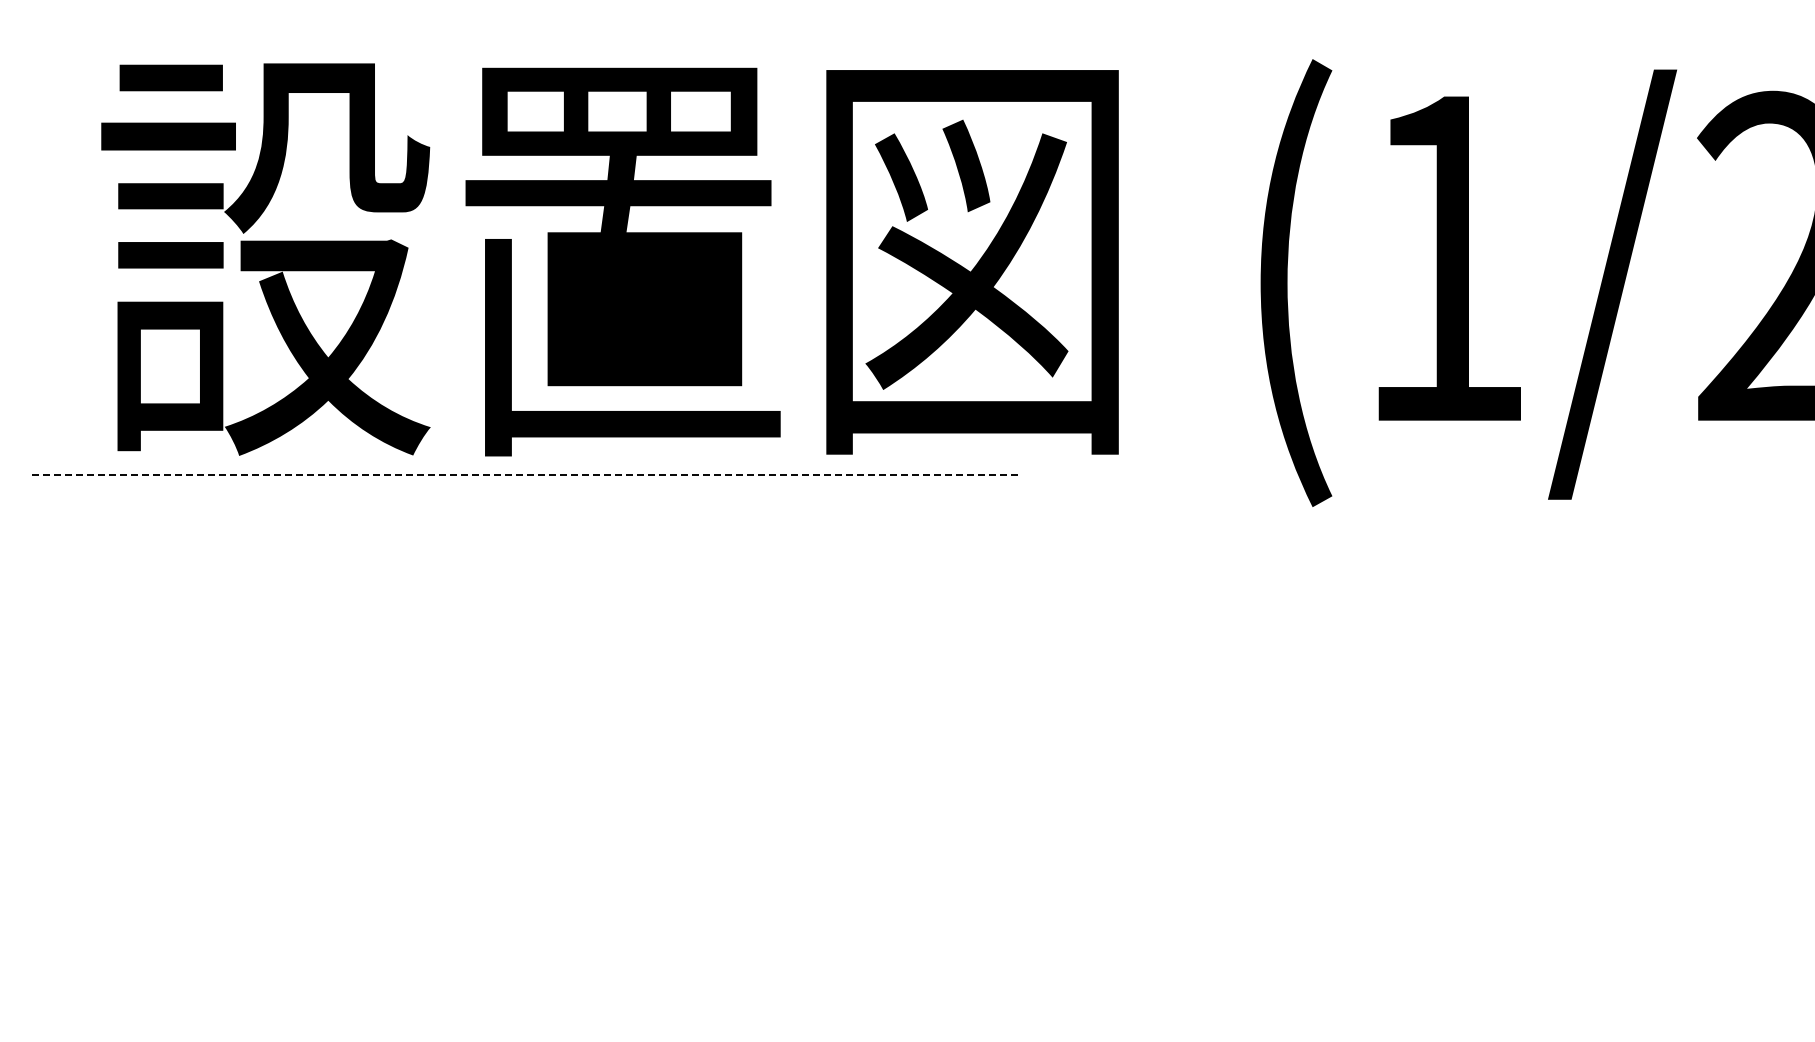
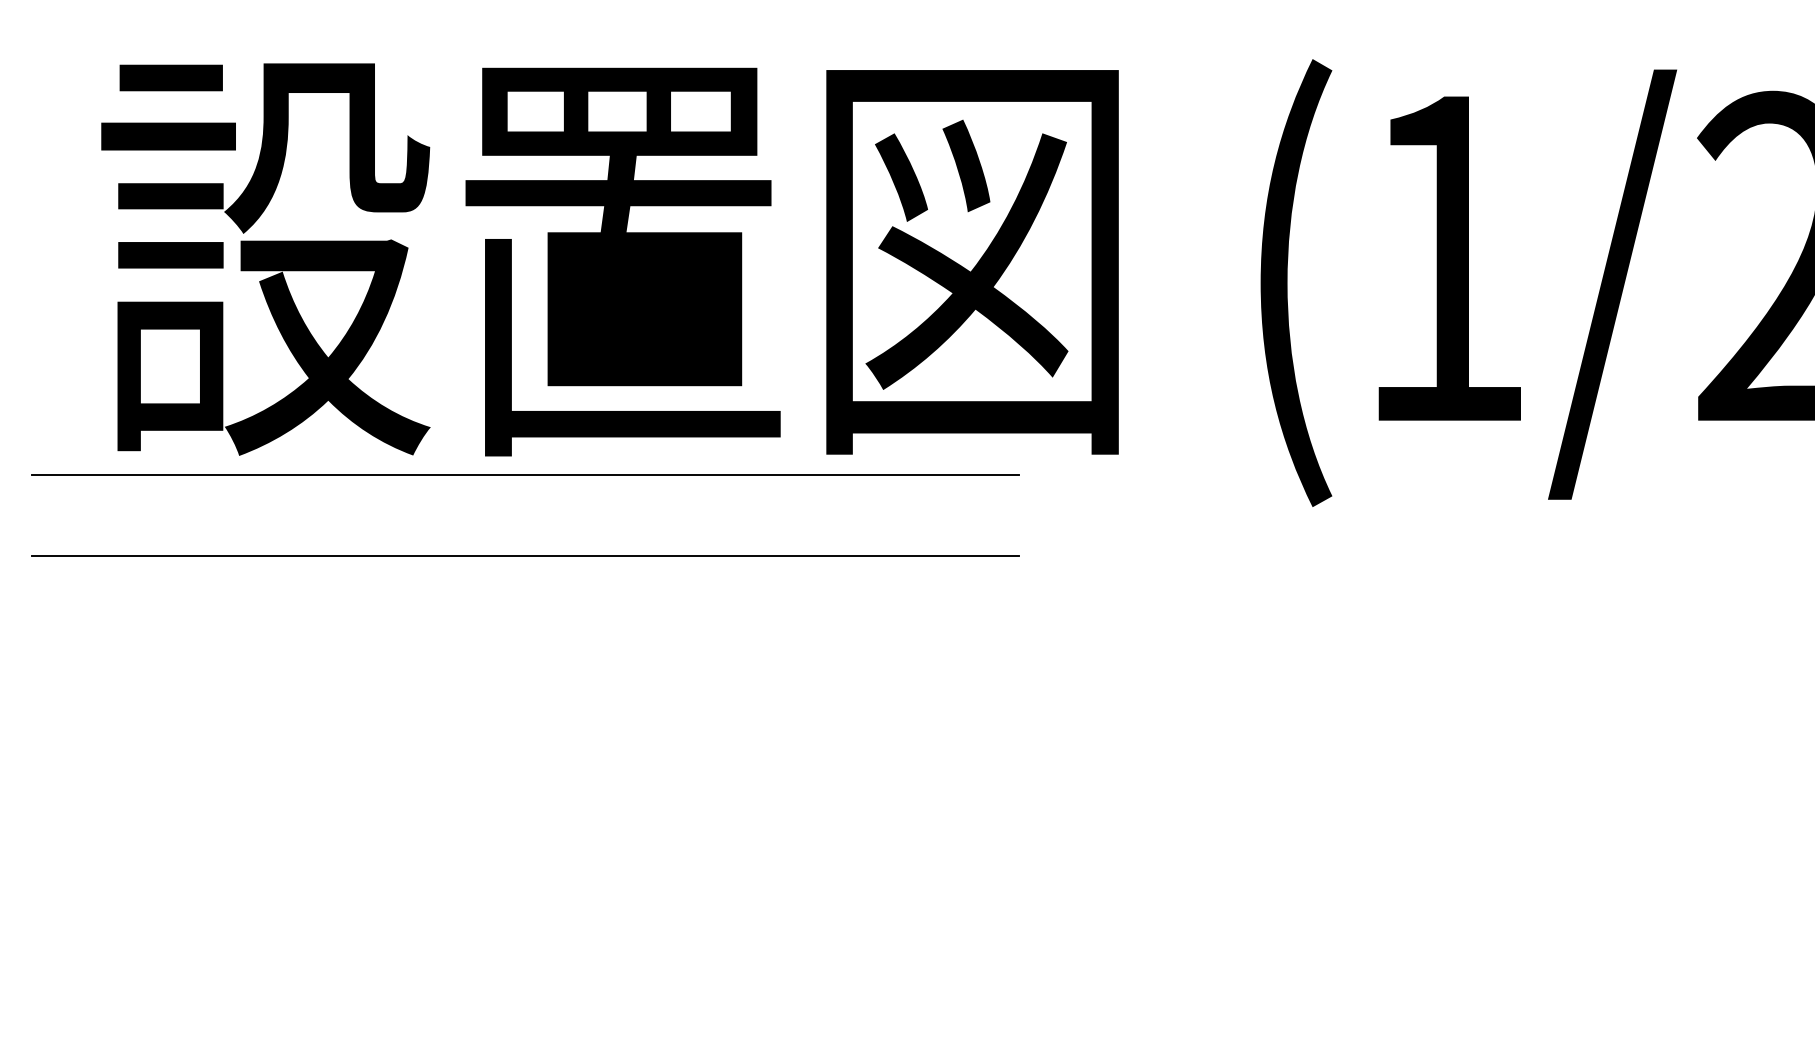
line at (525, 474): dashed -> solid
line at (525, 555): none -> present
